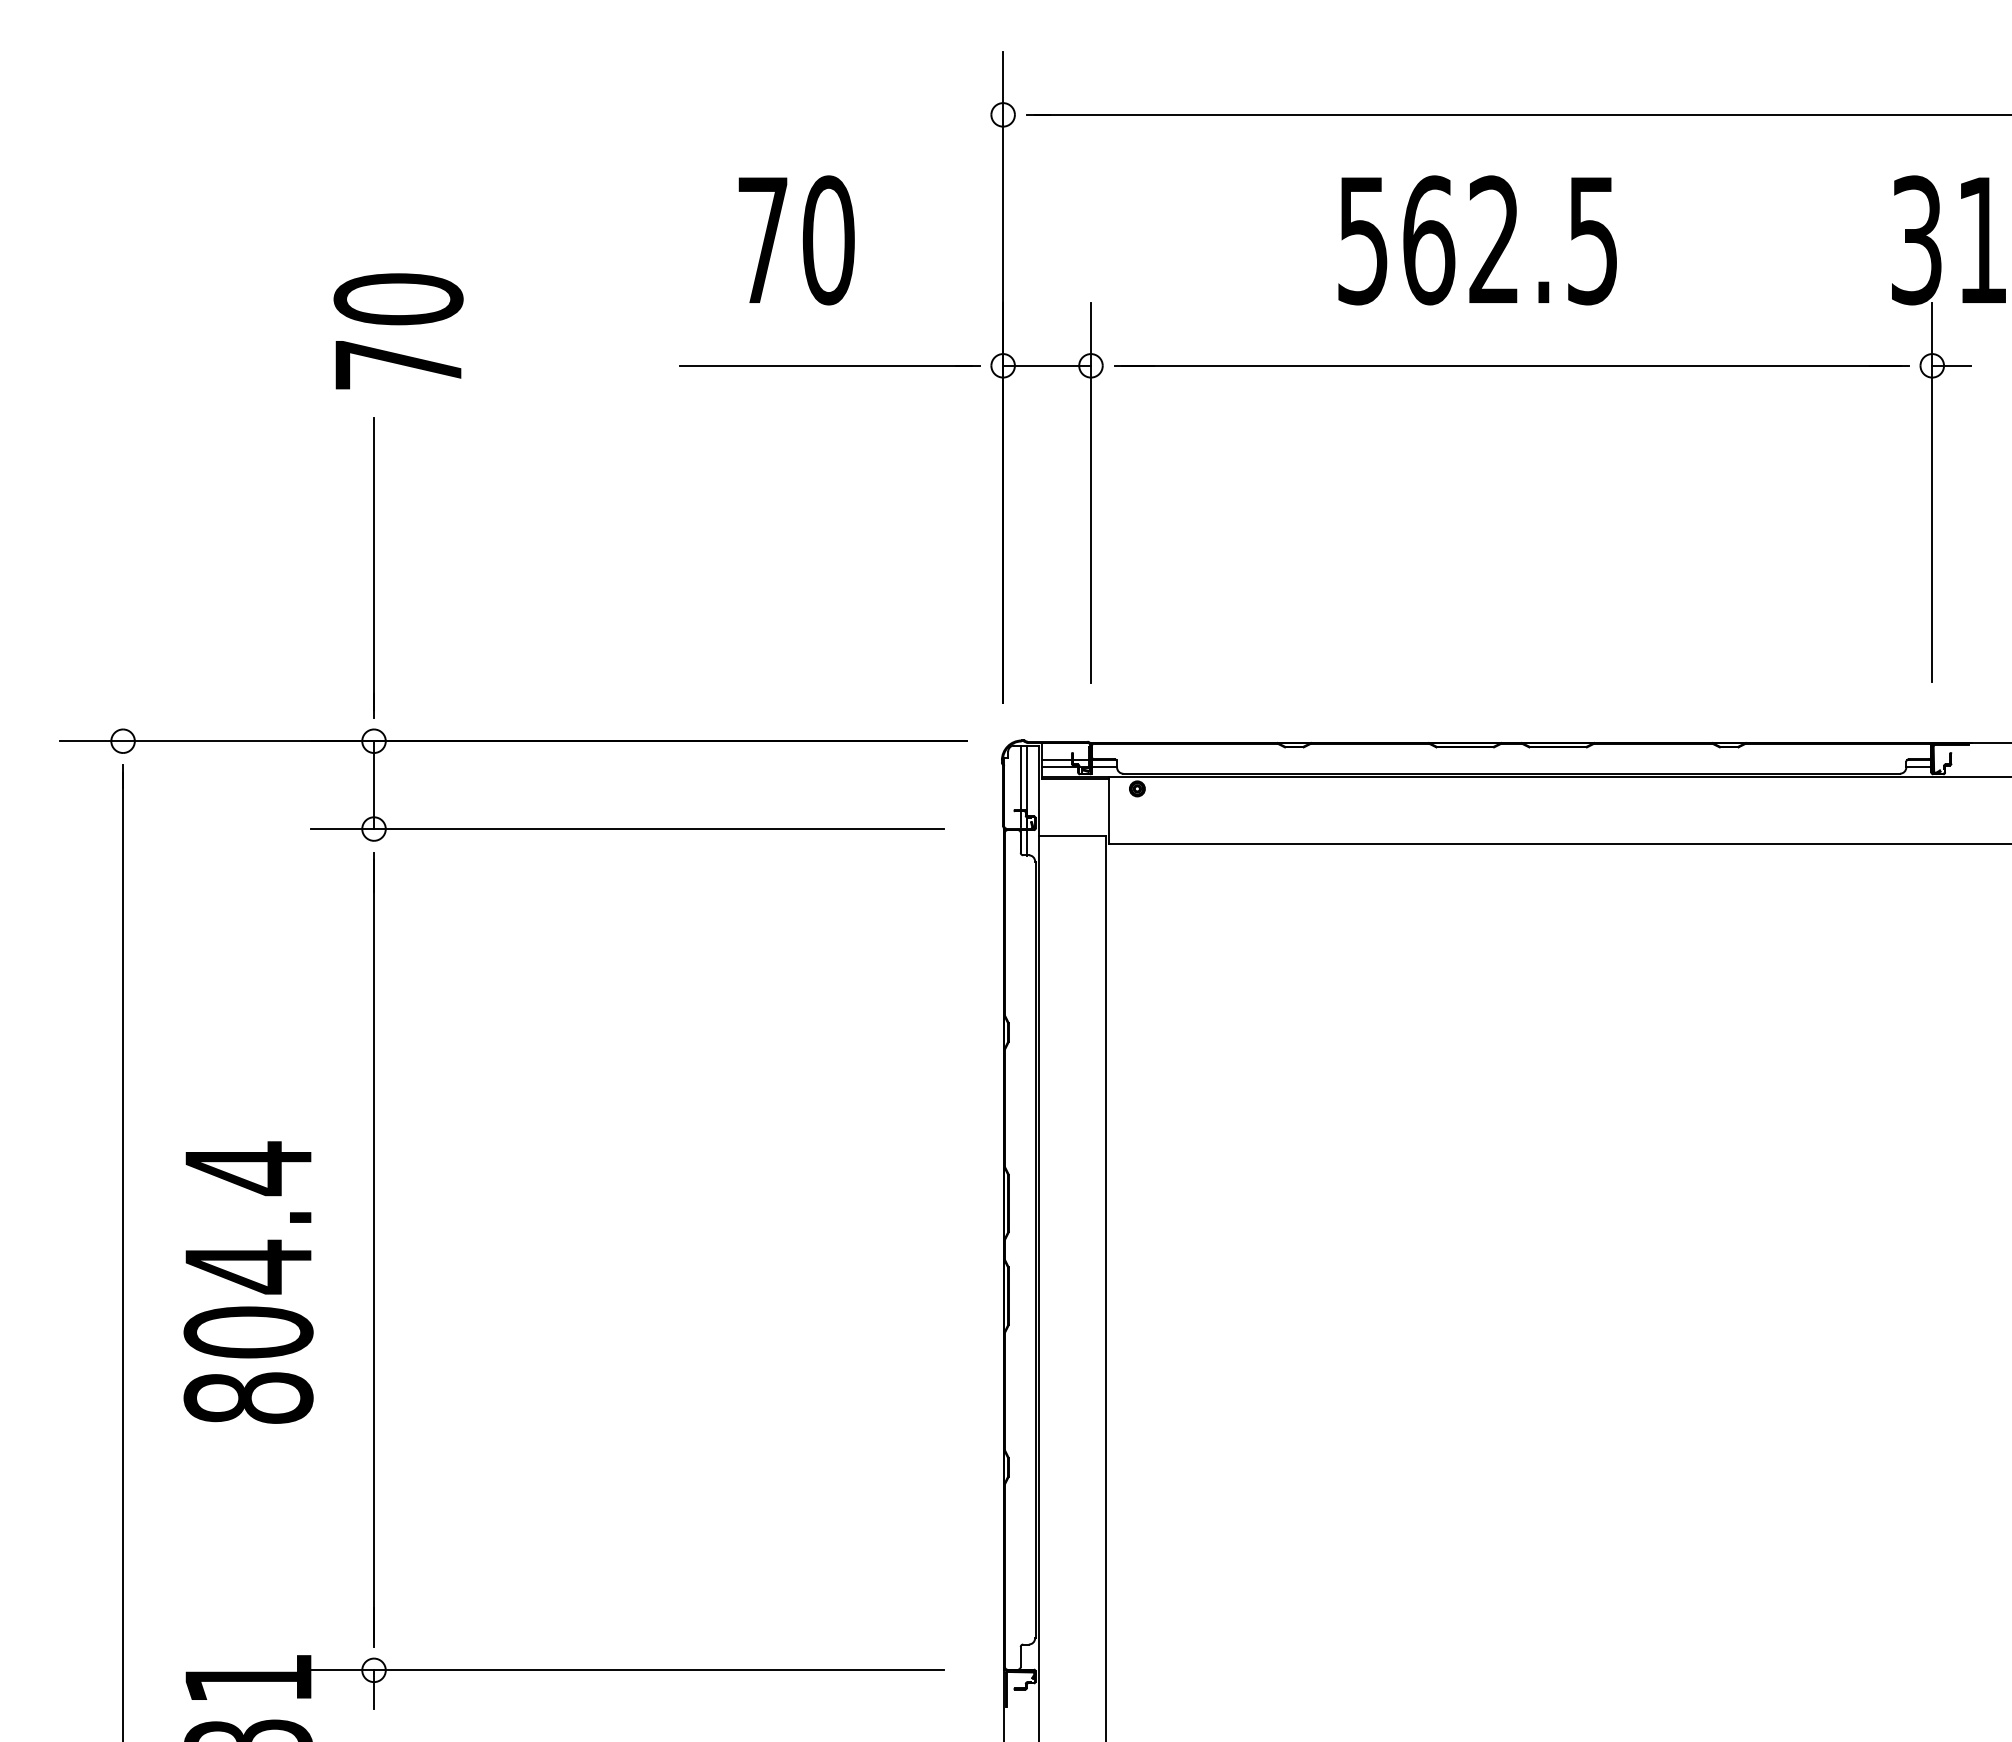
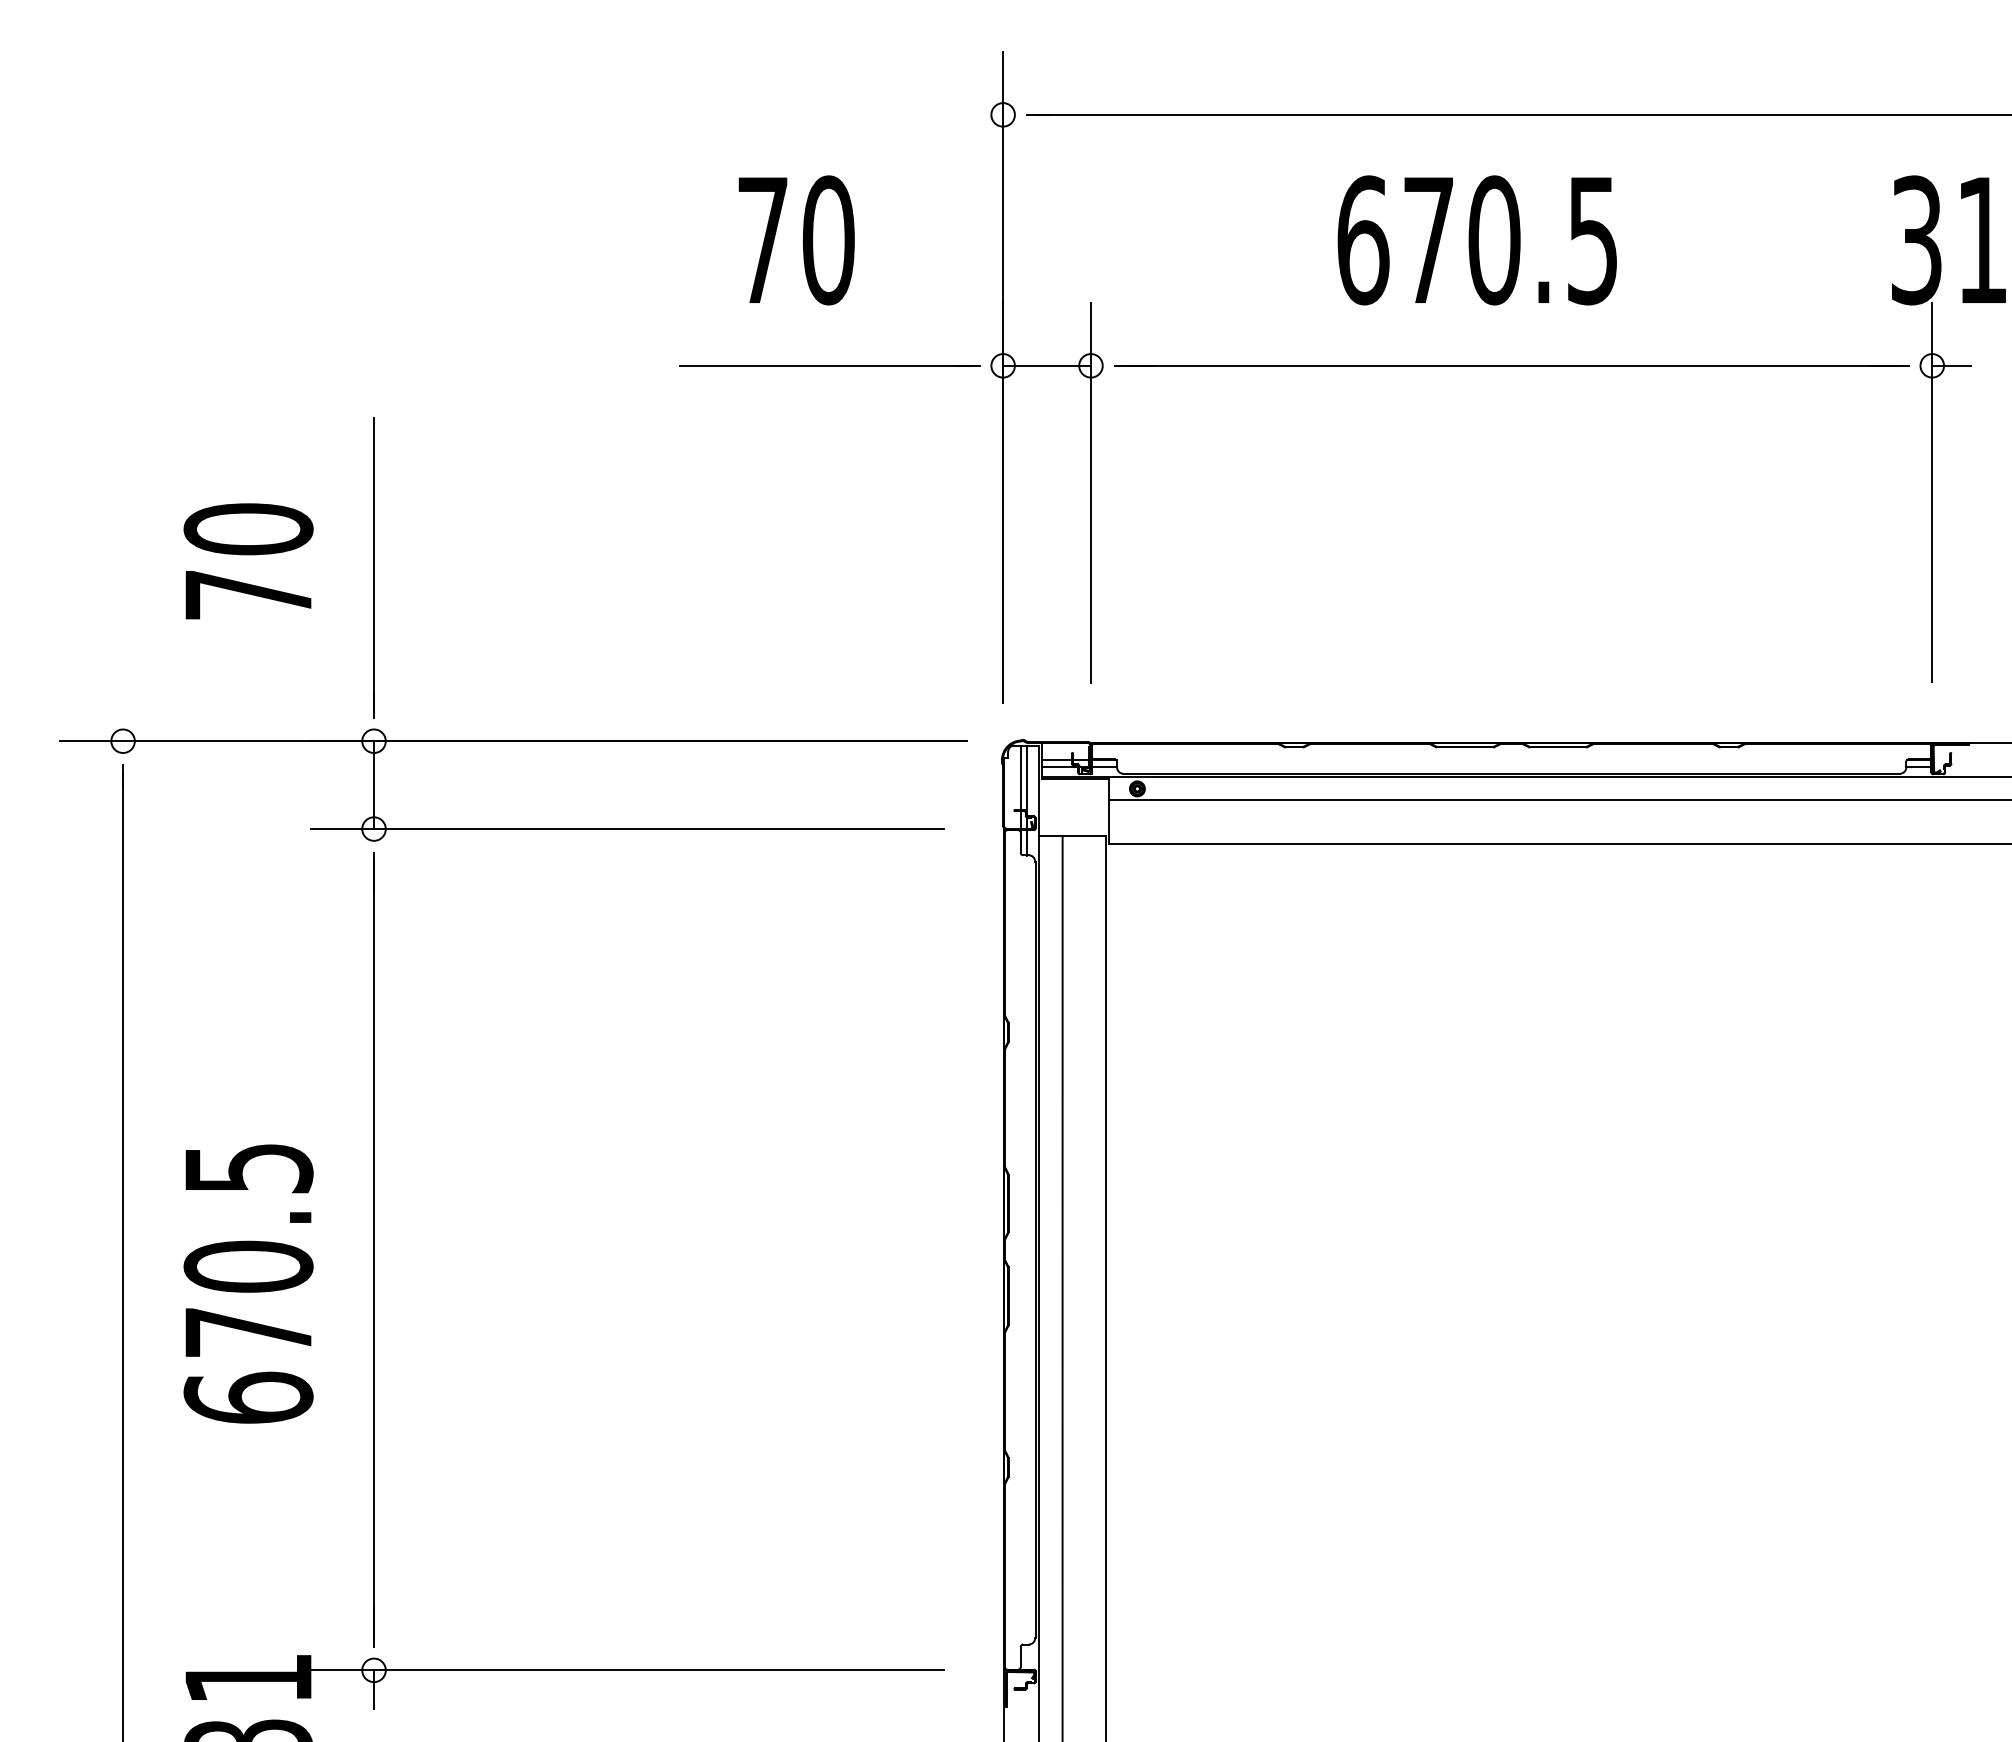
text at (1428, 240): 562.5 -> 670.5
text at (398, 331) position: (398, 331) -> (248, 561)
line at (1558, 800): none -> present
text at (248, 1282): 804.4 -> 670.5
line at (1062, 1286): none -> present
